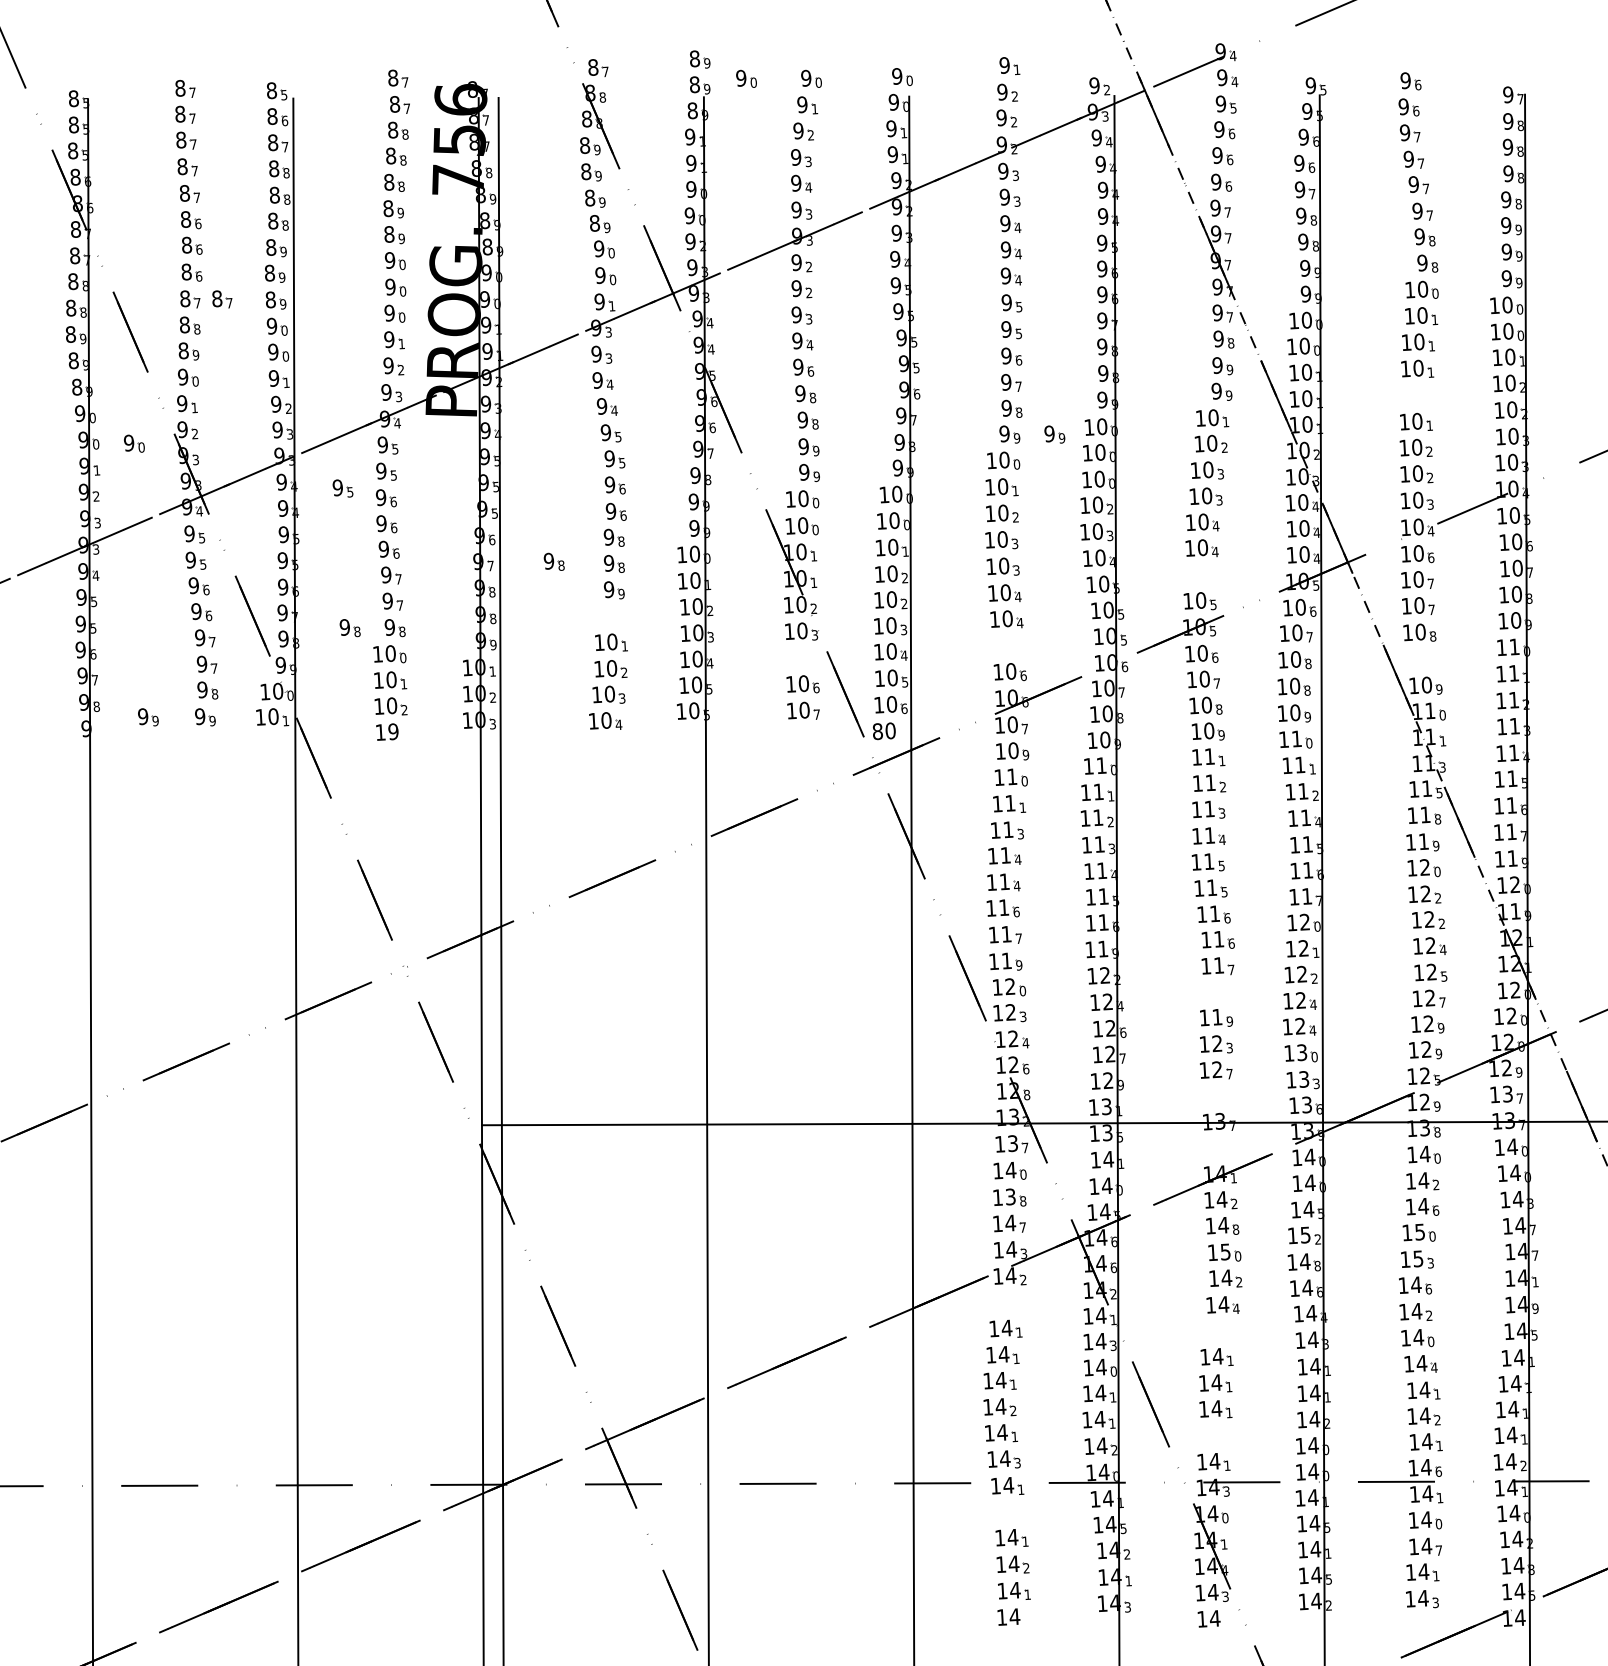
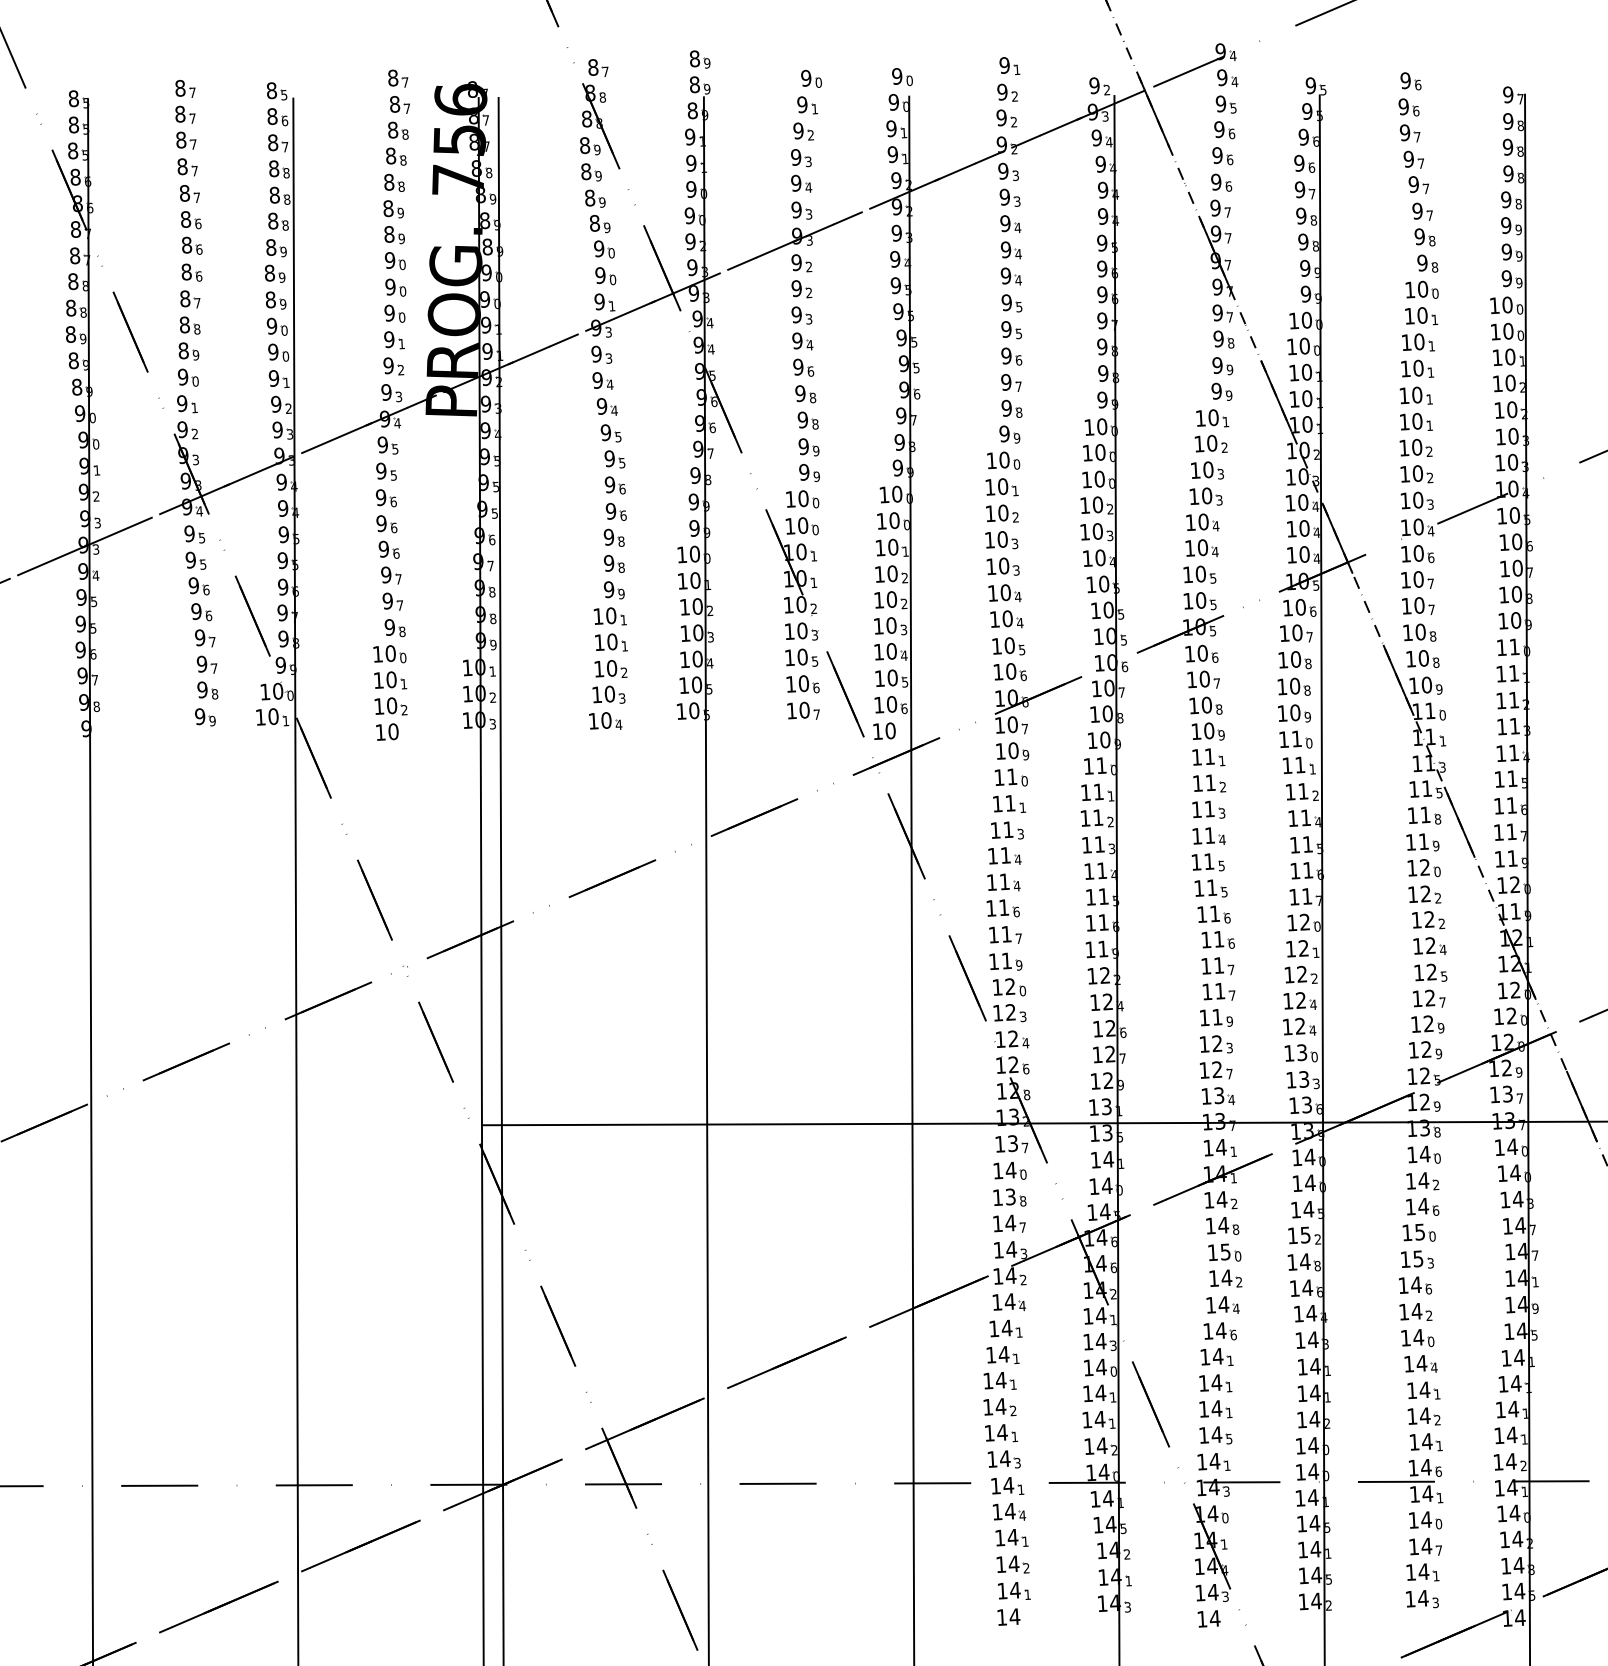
part at (746, 78): present -> none
part at (222, 299): present -> none
part at (1415, 395): none -> present
part at (1054, 434): present -> none
part at (134, 443): present -> none
part at (342, 488): present -> none
part at (553, 561): present -> none
part at (1199, 574): none -> present
part at (609, 616): none -> present
part at (349, 628): present -> none
part at (1008, 646): none -> present
part at (801, 657): none -> present
part at (1422, 658): none -> present
part at (148, 717): present -> none
text at (393, 731): 19 -> 10
text at (877, 731): 80 -> 10
part at (1218, 991): none -> present
part at (1218, 1096): none -> present
part at (1220, 1147): none -> present
part at (1008, 1302): none -> present
part at (1219, 1331): none -> present
part at (1215, 1435): none -> present
part at (1009, 1511): none -> present
